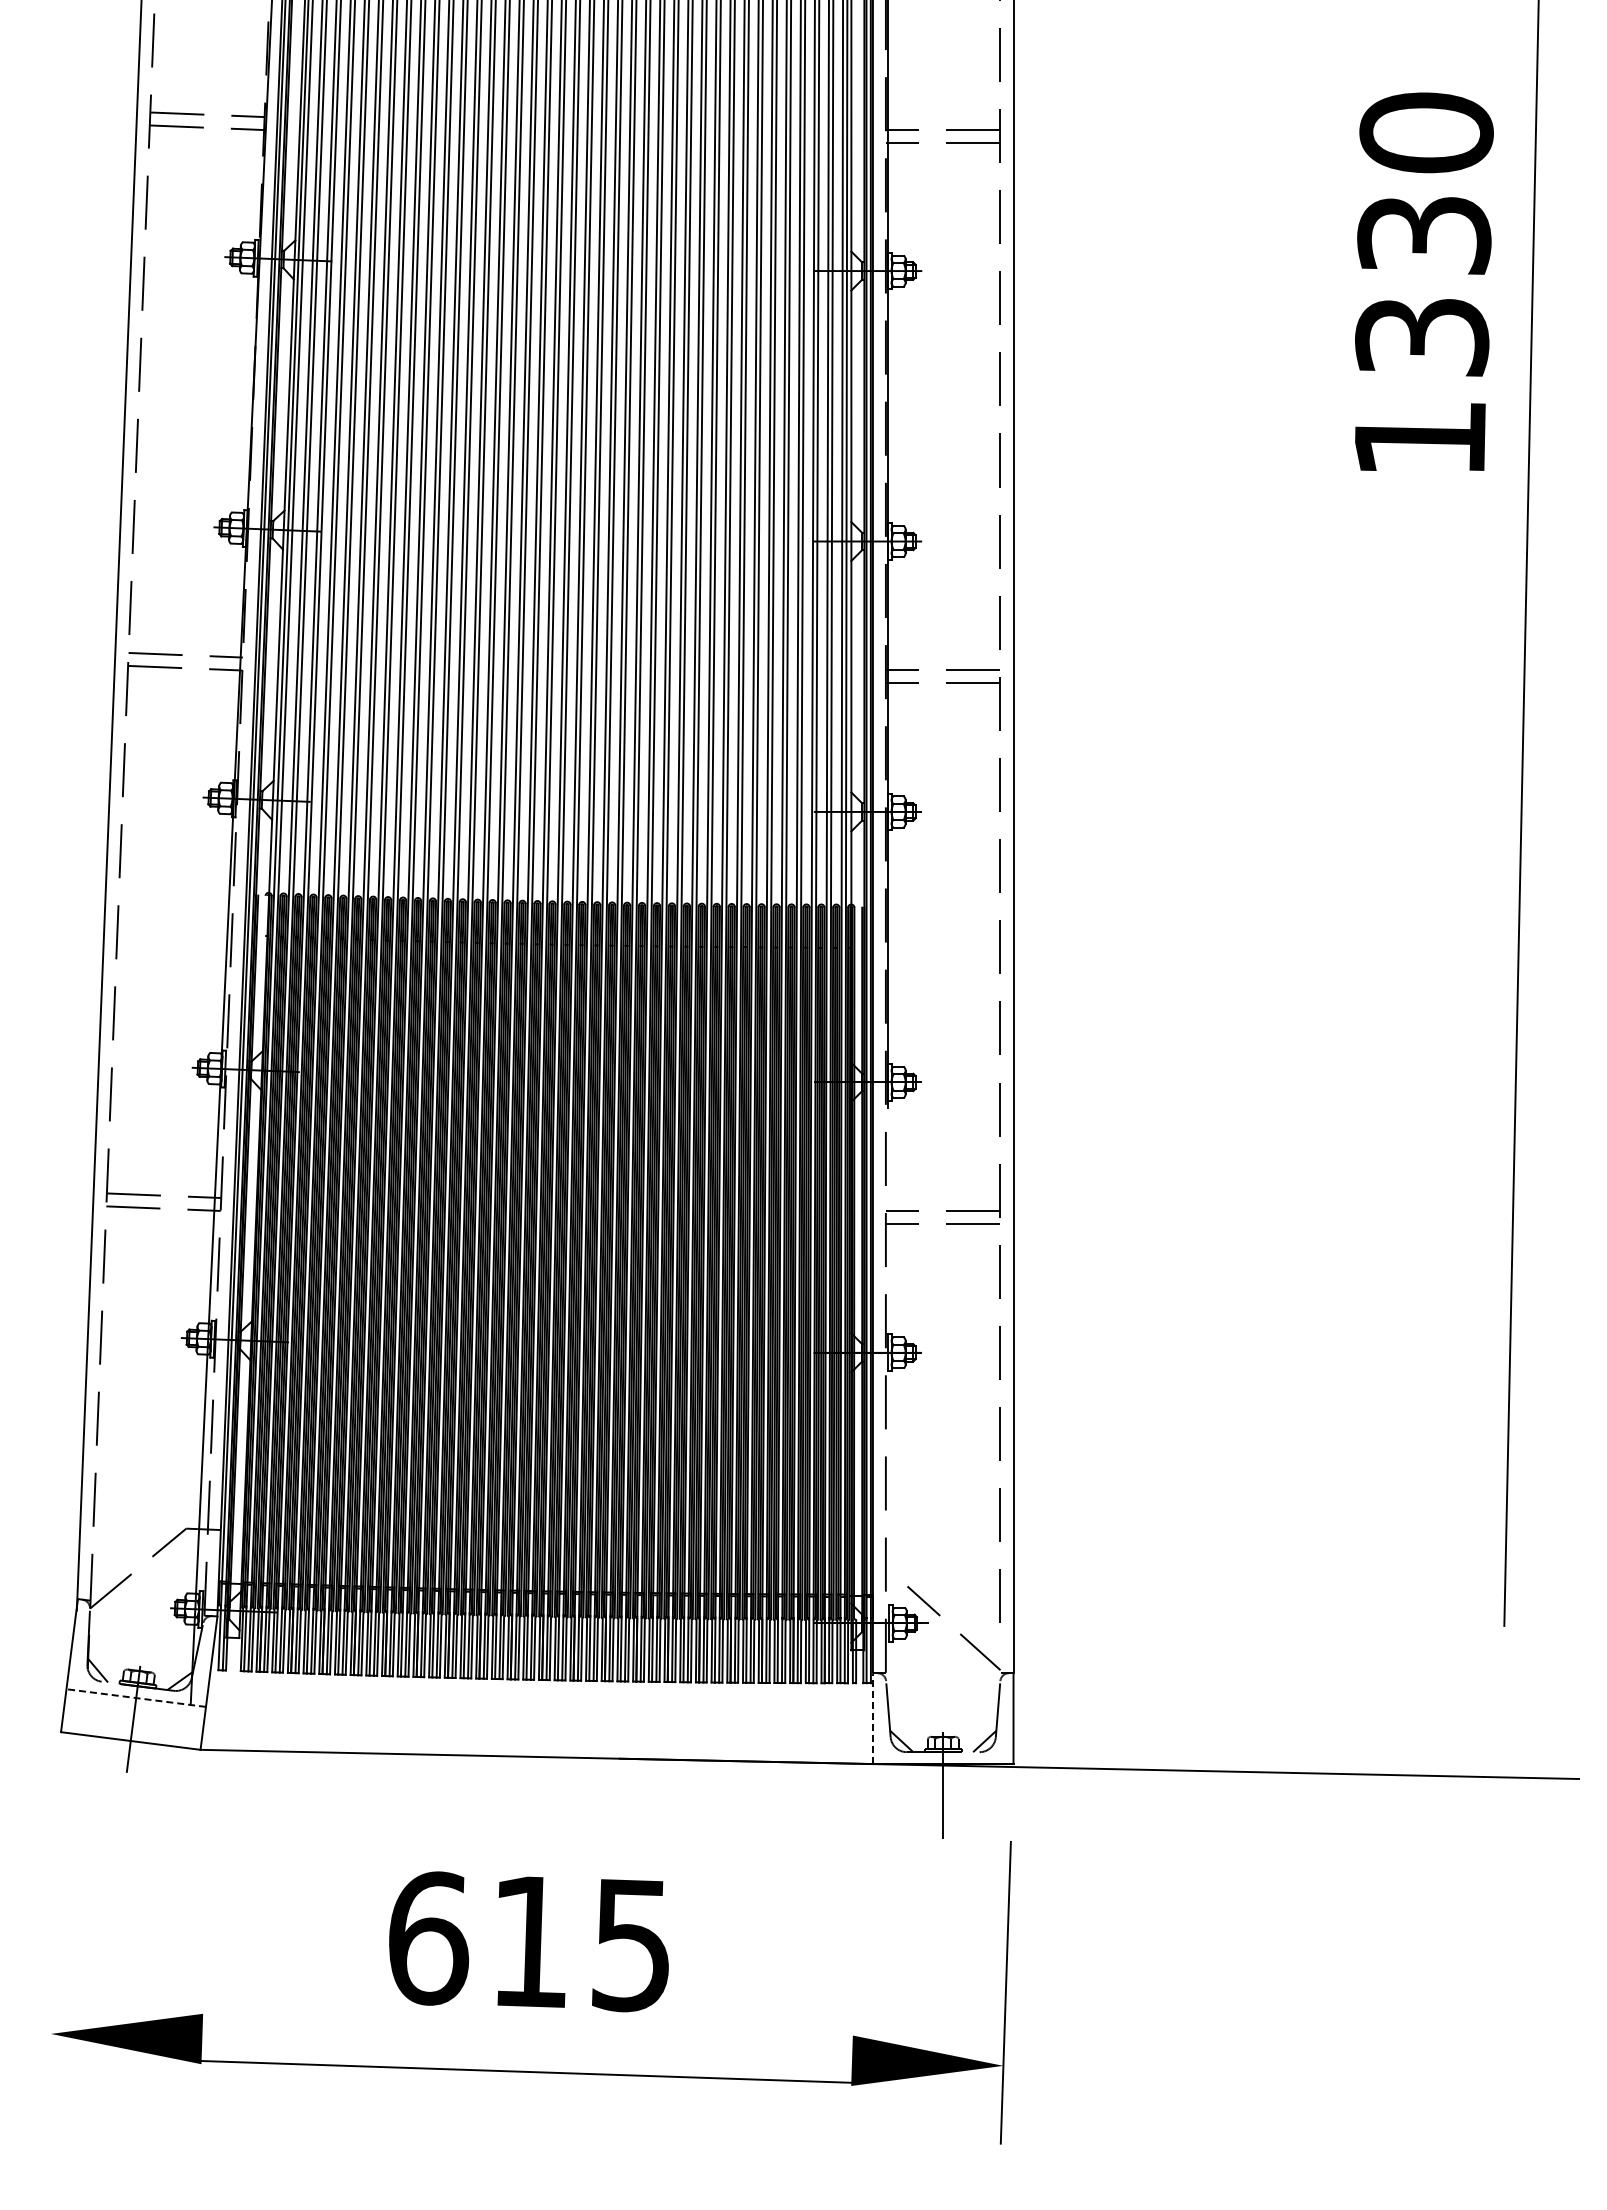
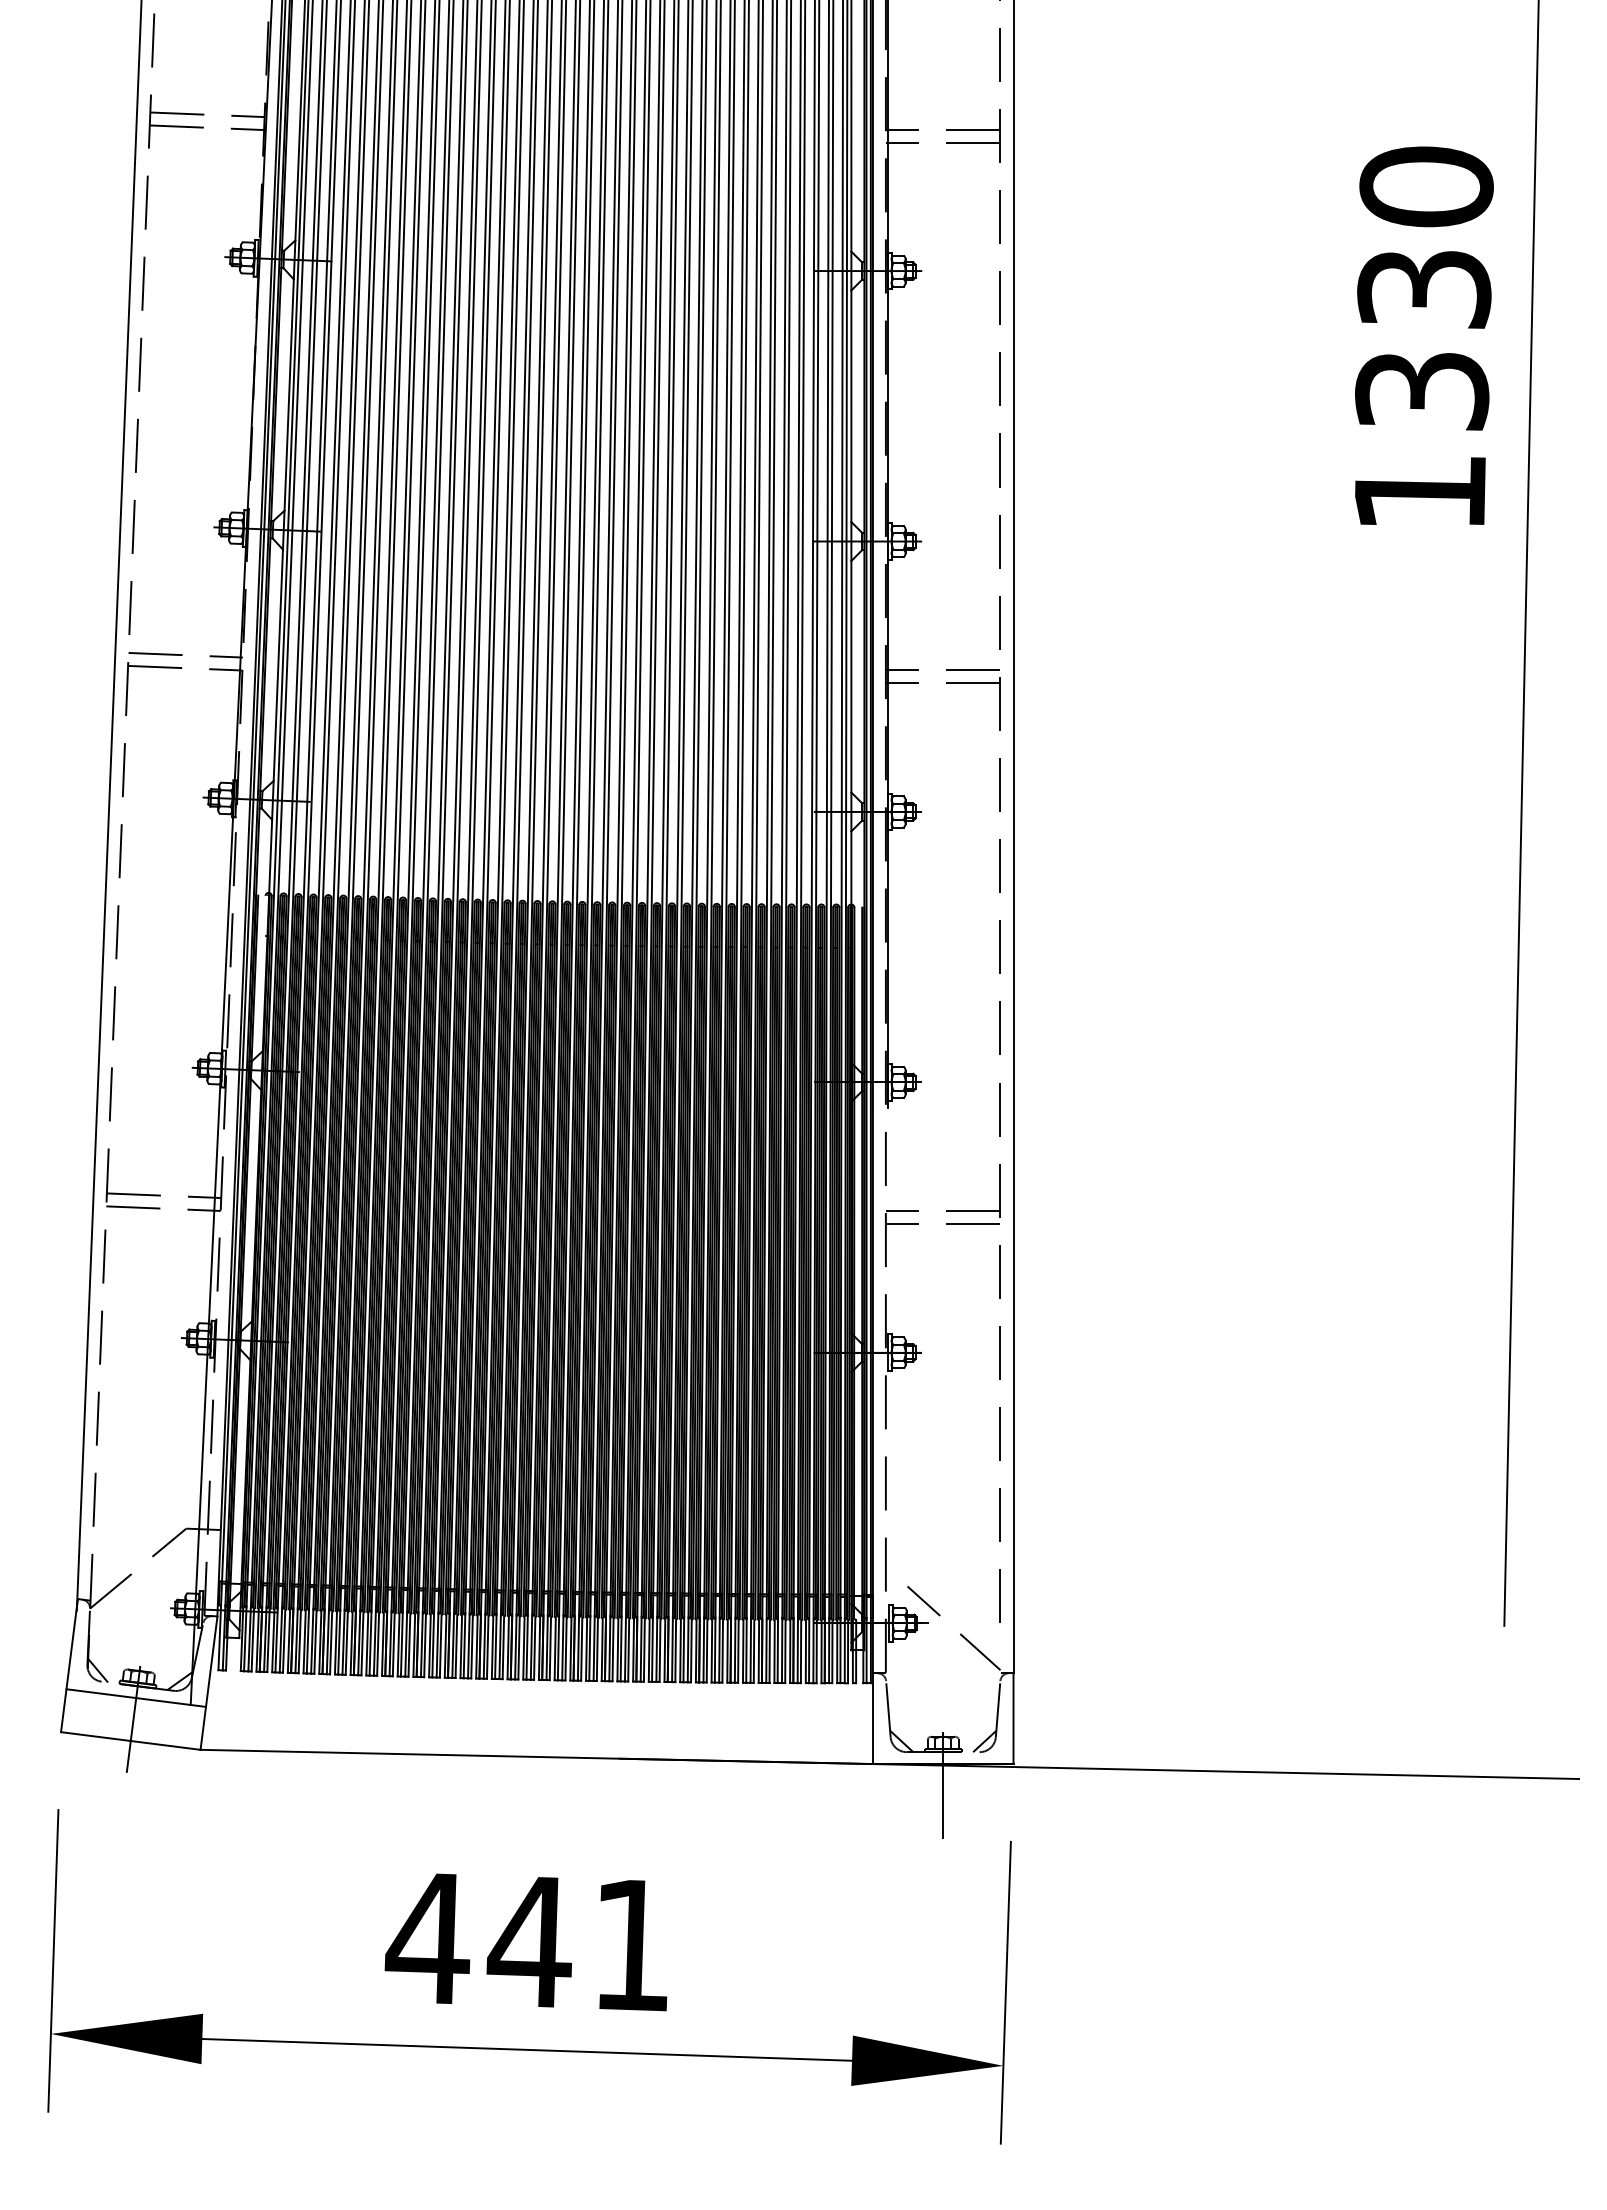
text at (1424, 281) position: (1424, 281) -> (1424, 335)
line at (135, 1698): dashed -> solid
line at (872, 1718): dashed -> solid
text at (526, 1941): 615 -> 441
line at (53, 1960): none -> present
line at (526, 2071) position: (526, 2071) -> (527, 2049)
